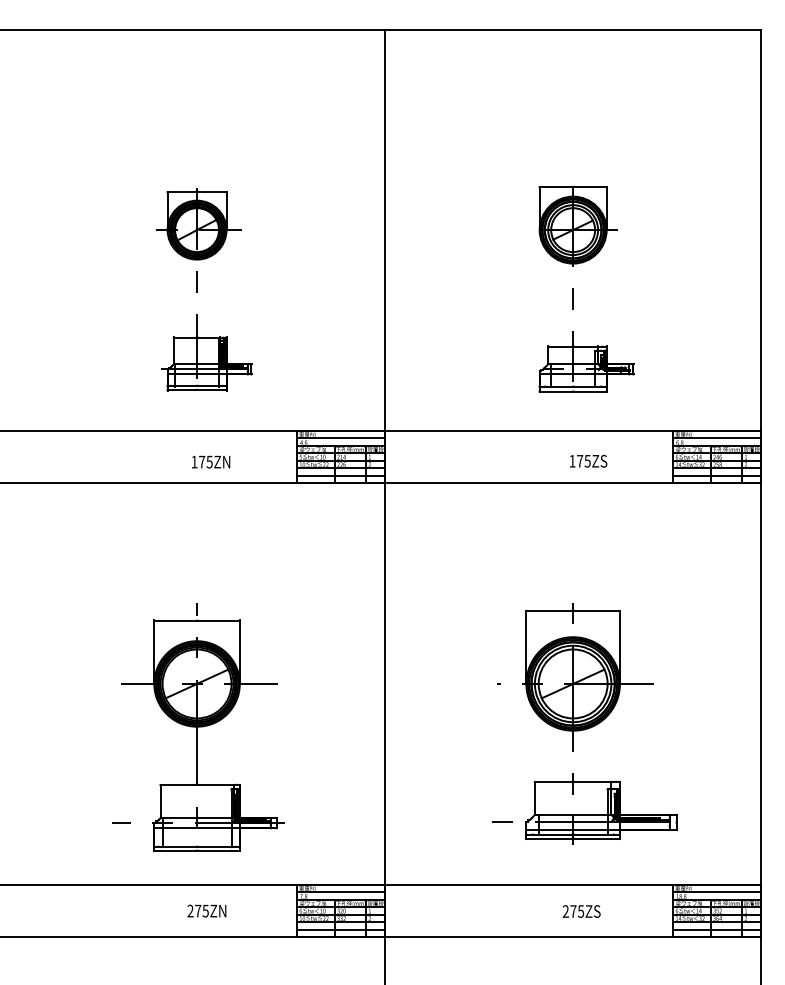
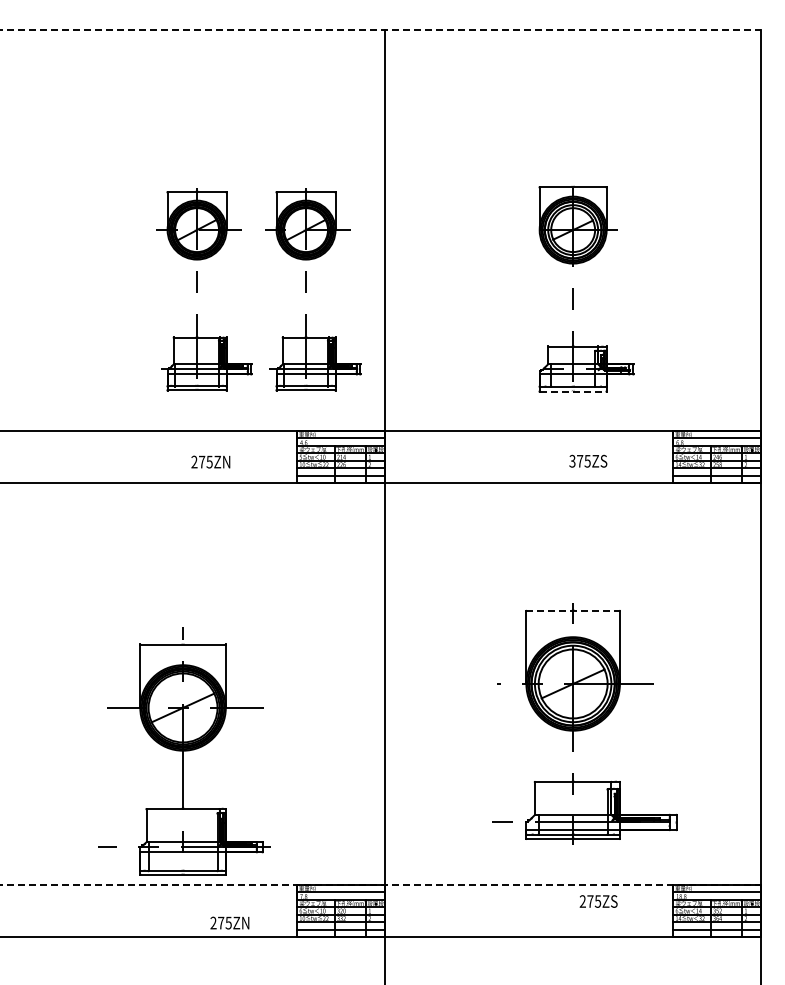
line at (381, 29): solid -> dashed
part at (306, 289): none -> present
line at (573, 391): solid -> dashed
text at (572, 460): 175ZS -> 375ZS
text at (194, 461): 175ZN -> 275ZN
line at (573, 611): solid -> dashed
part at (198, 727) position: (198, 727) -> (184, 751)
line at (381, 884): solid -> dashed
text at (206, 910) position: (206, 910) -> (229, 922)
text at (581, 911) position: (581, 911) -> (598, 901)
